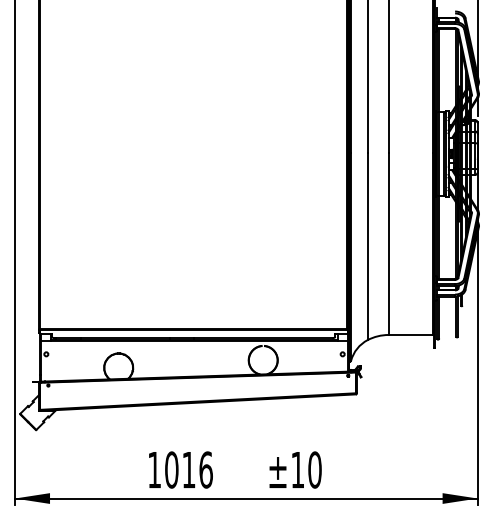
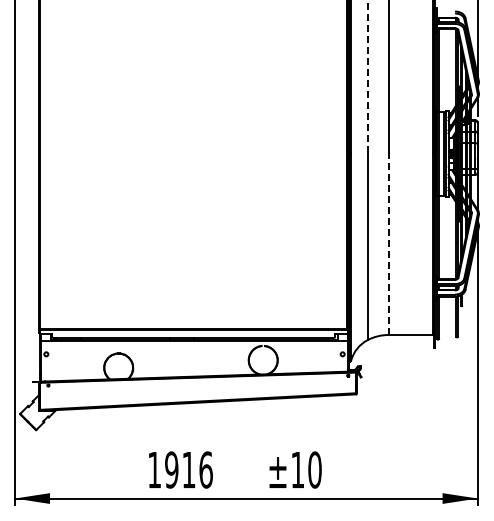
line at (367, 76): solid -> dashed
line at (388, 244): solid -> dashed
text at (171, 469): 1016 -> 1916
